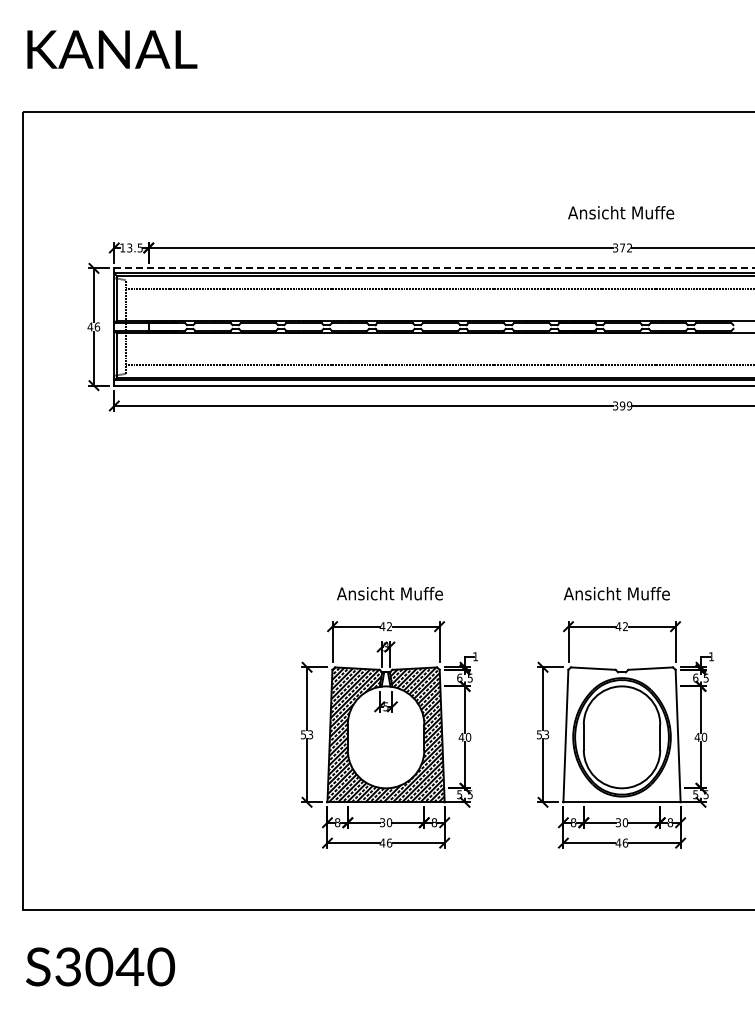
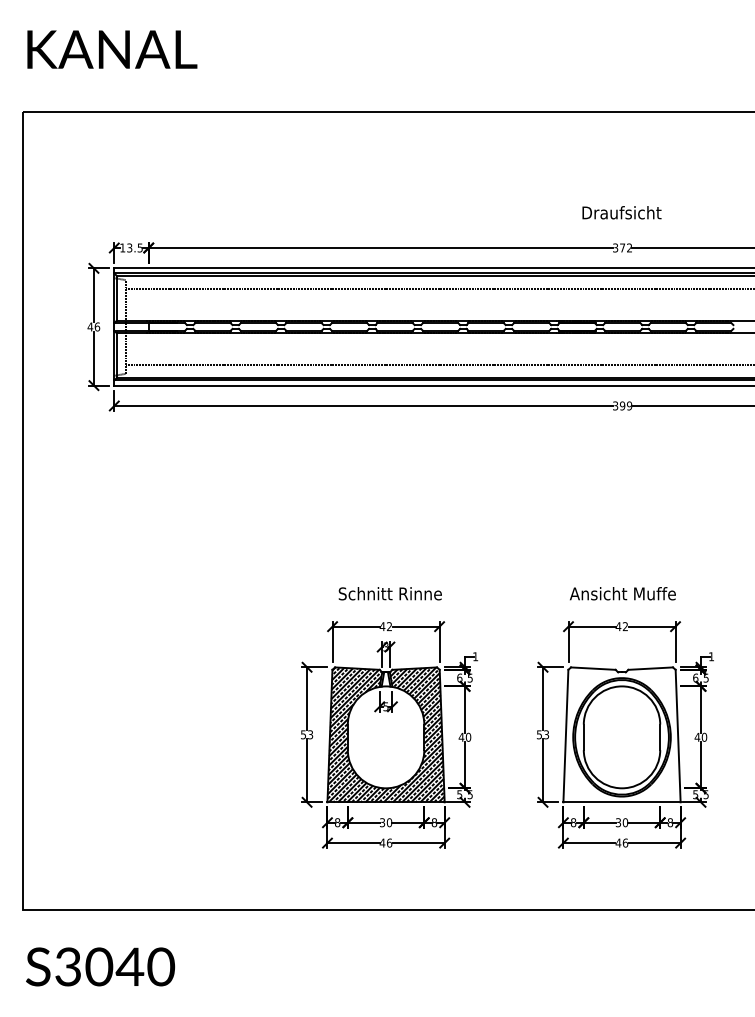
text at (621, 212): Ansicht Muffe -> Draufsicht
line at (434, 268): dashed -> solid
text at (389, 593): Ansicht Muffe -> Schnitt Rinne
text at (616, 593) position: (616, 593) -> (622, 593)
